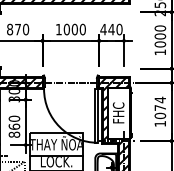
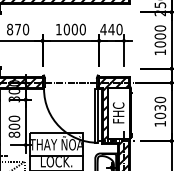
text at (160, 103): 1074 -> 1030
text at (13, 126): 860 -> 800
